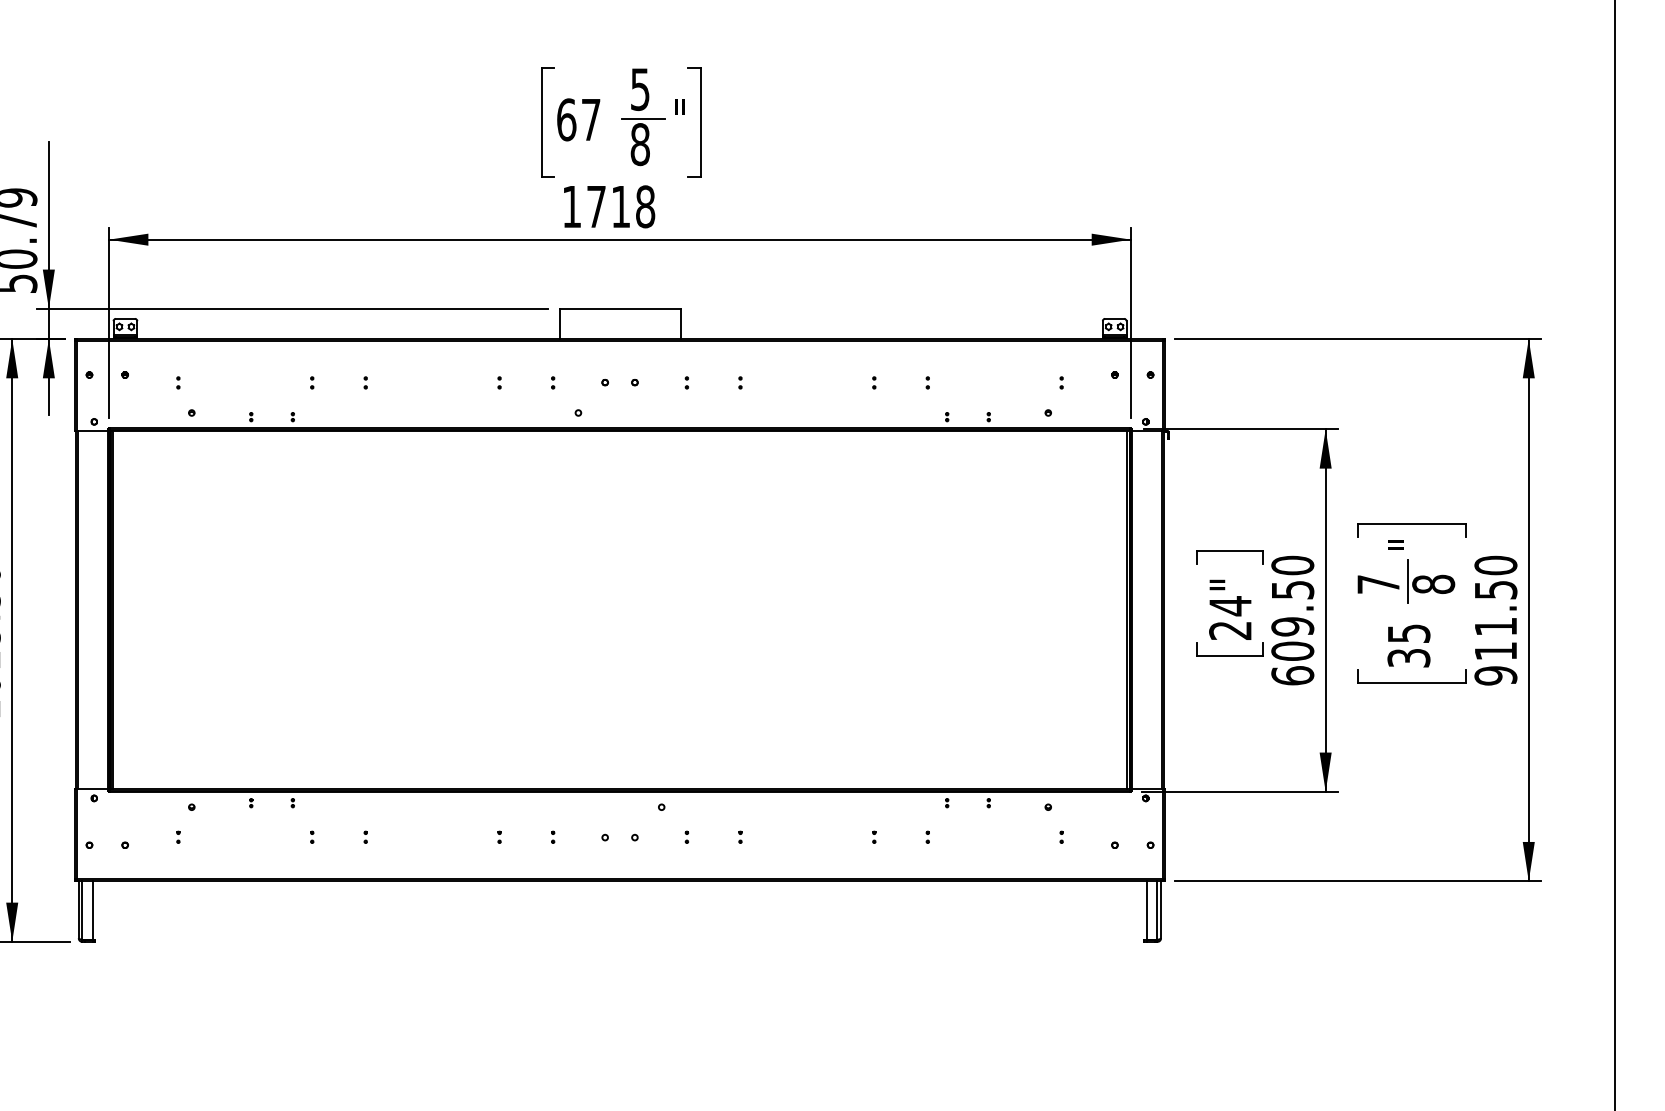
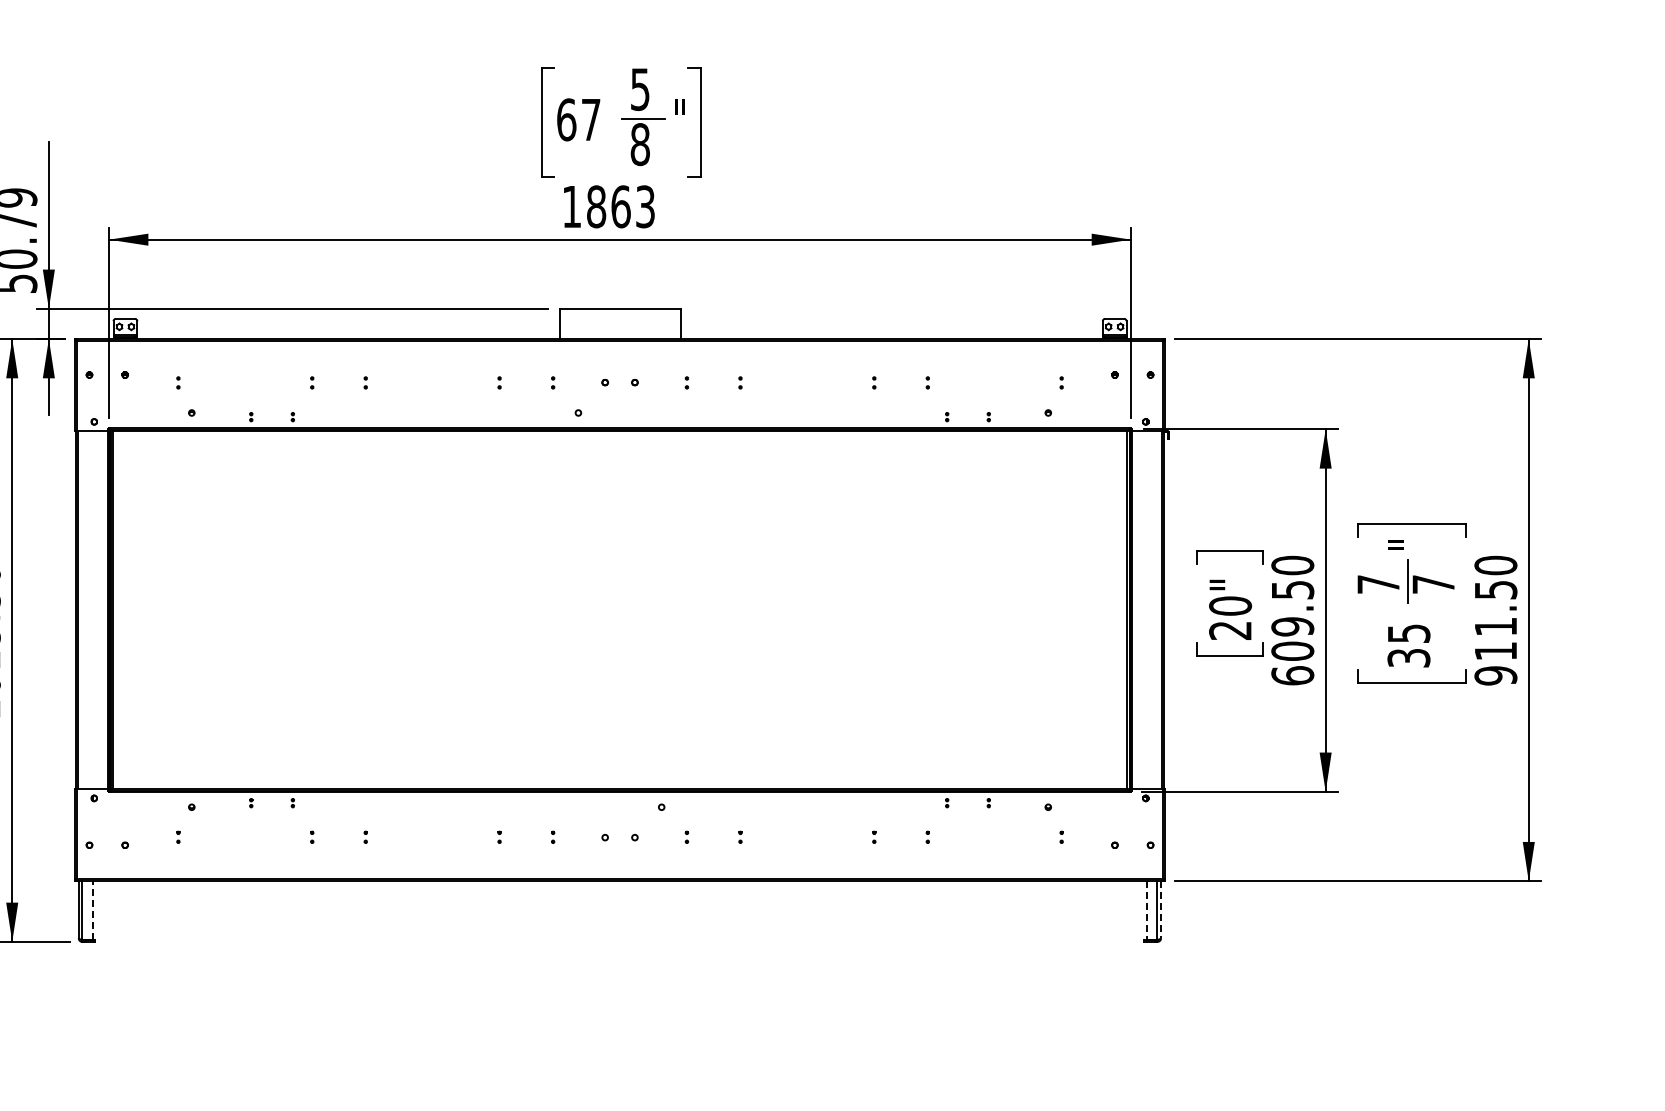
text at (621, 206): 1718 -> 1863
line at (1615, 554): present -> none
text at (1433, 584): 8 -> 7
text at (1230, 606): 24" -> 20"
line at (1161, 909): solid -> dashed
line at (92, 910): solid -> dashed
line at (1147, 911): solid -> dashed
